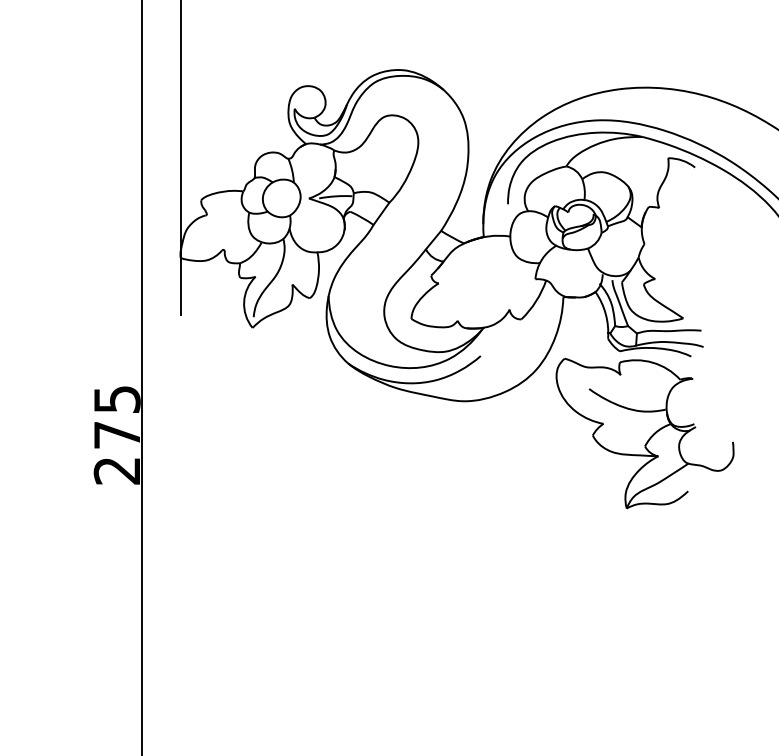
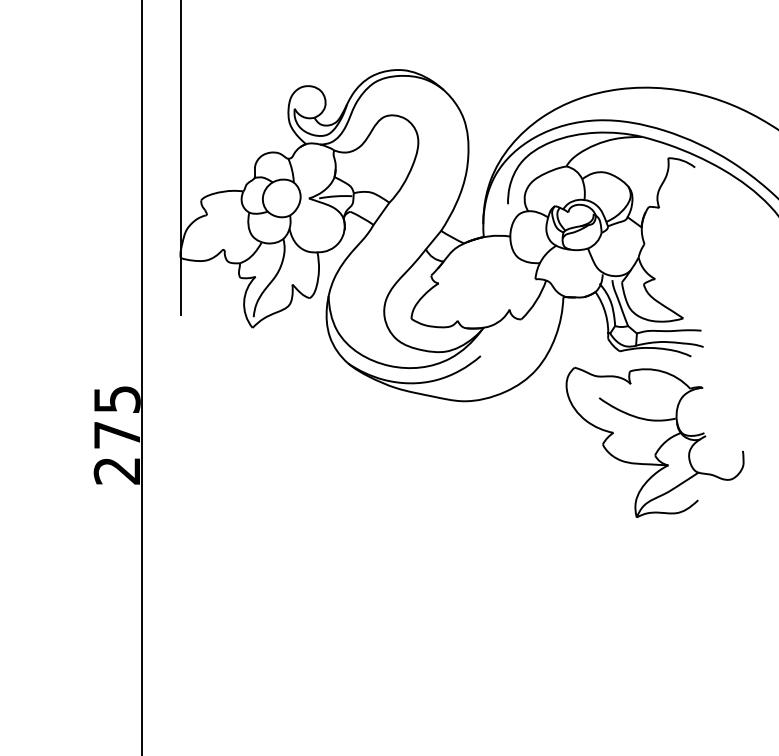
part at (644, 433) position: (644, 433) -> (654, 442)
